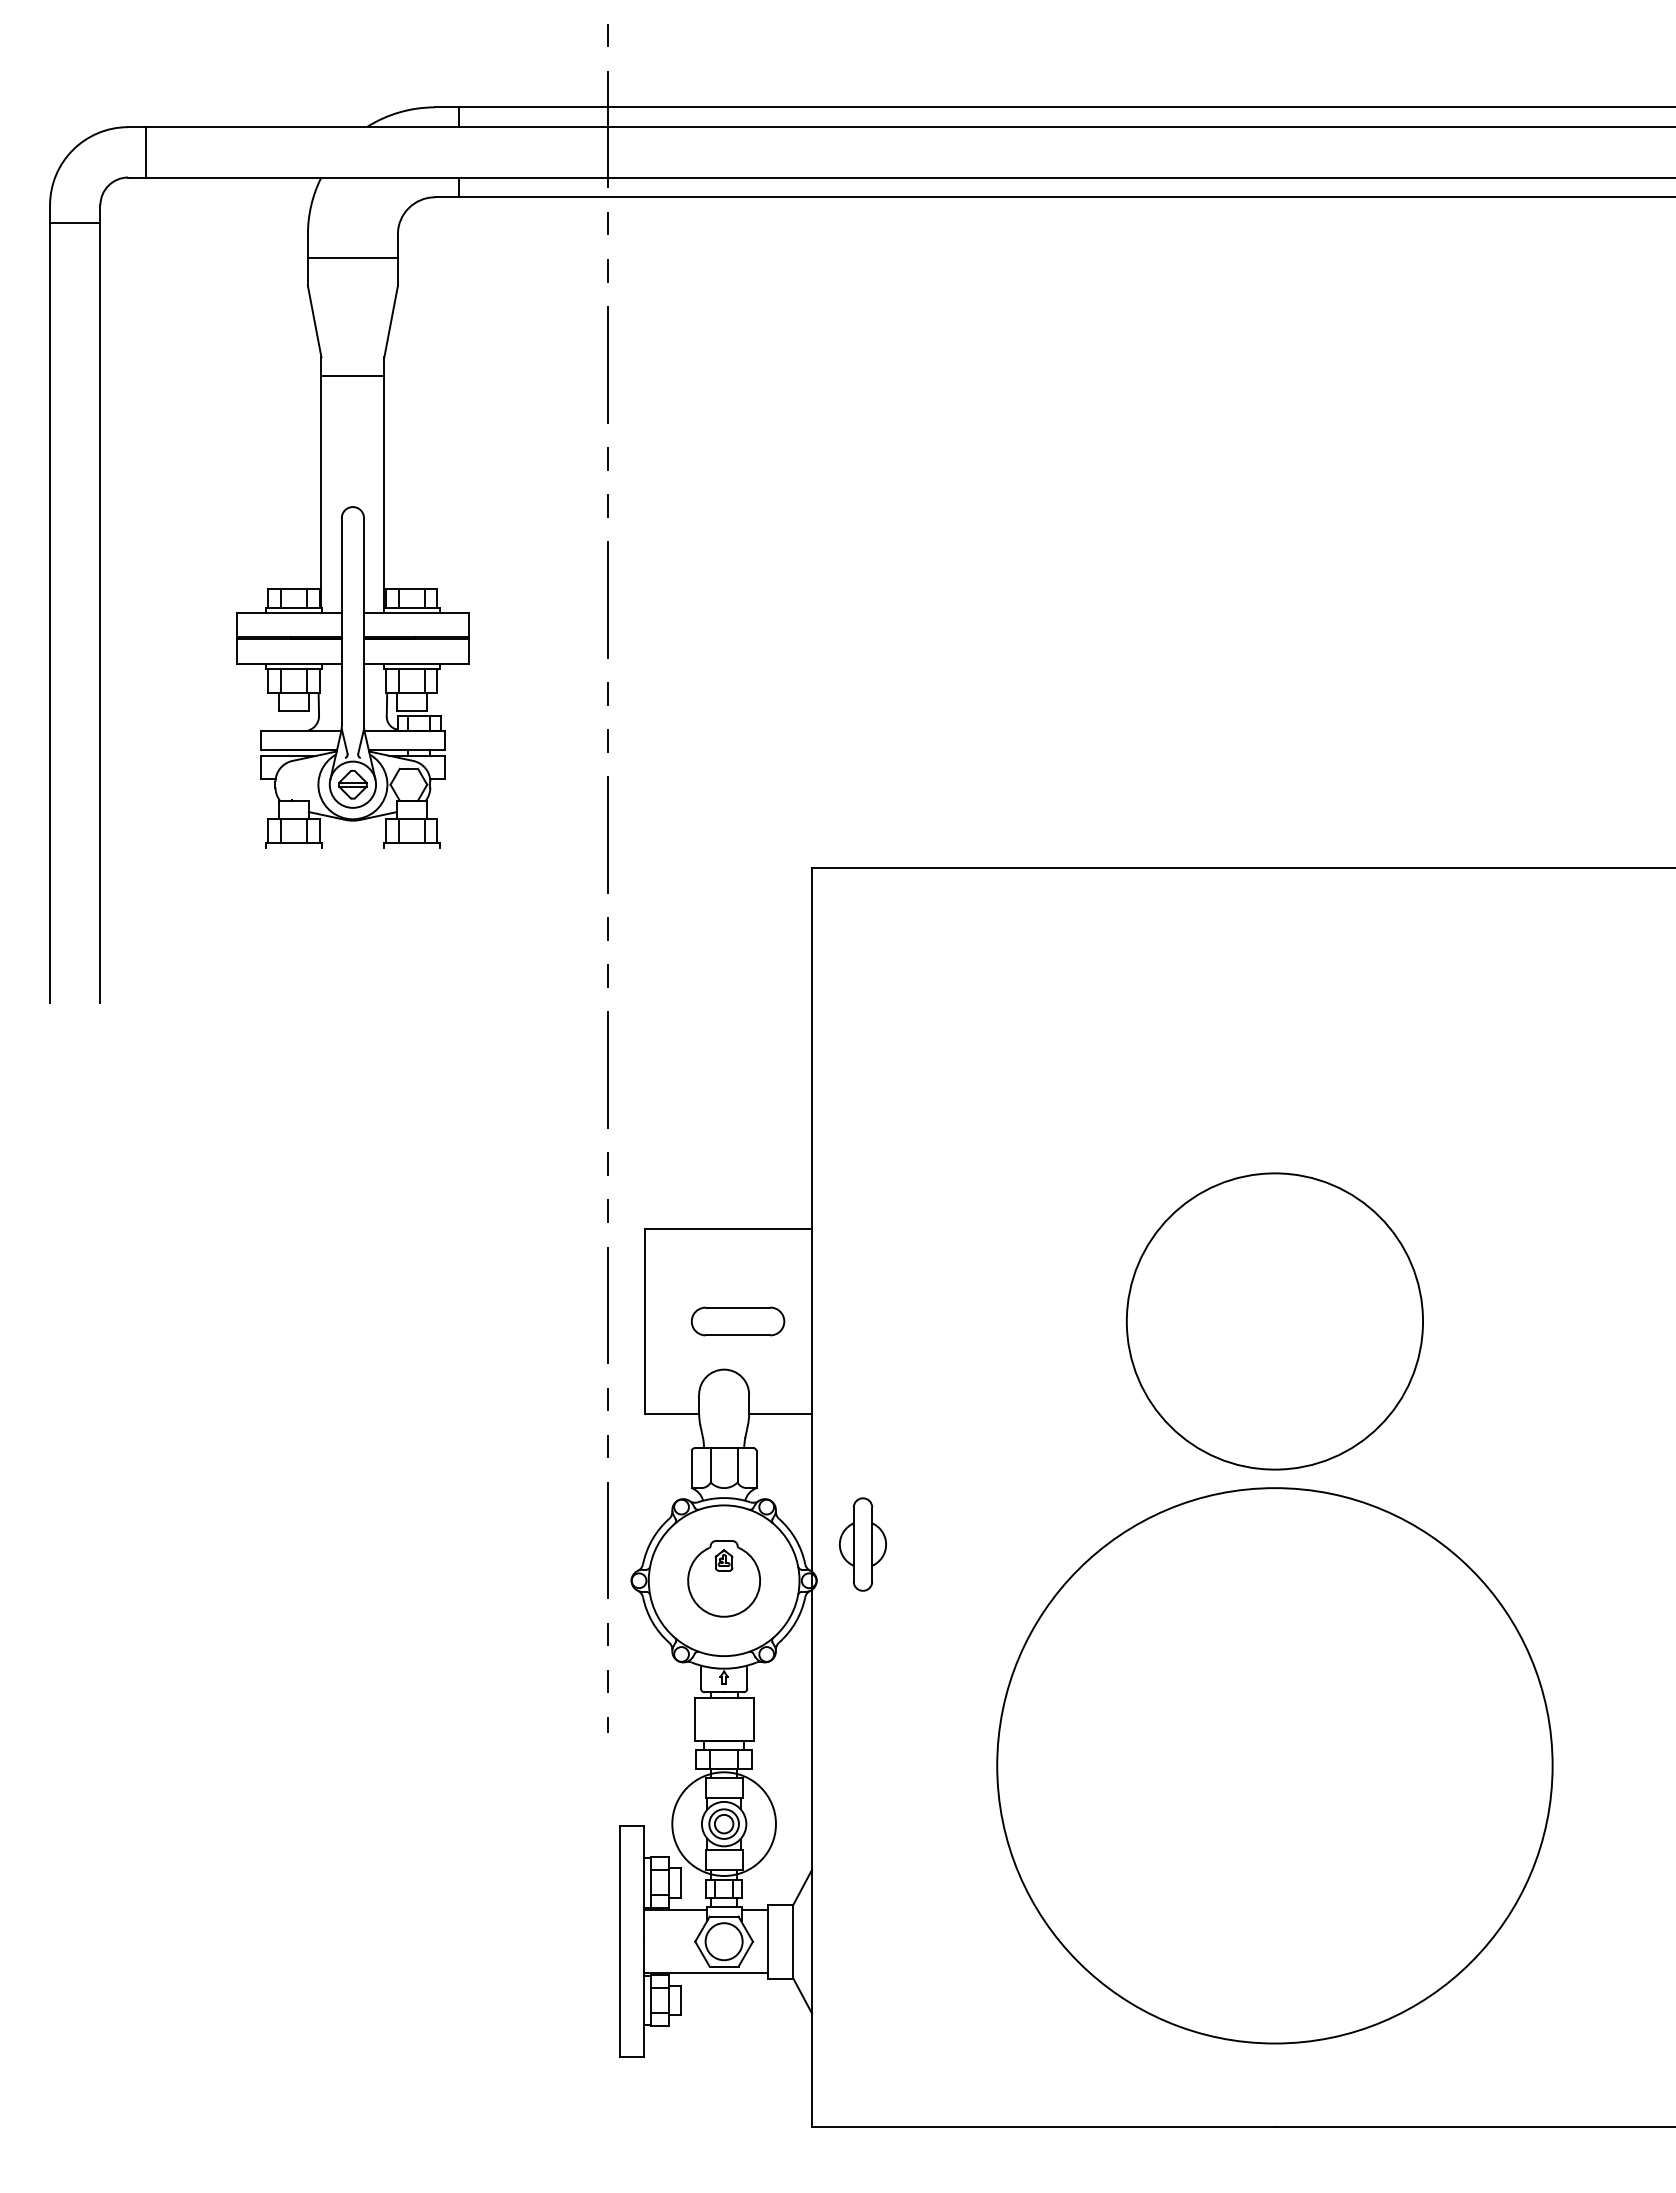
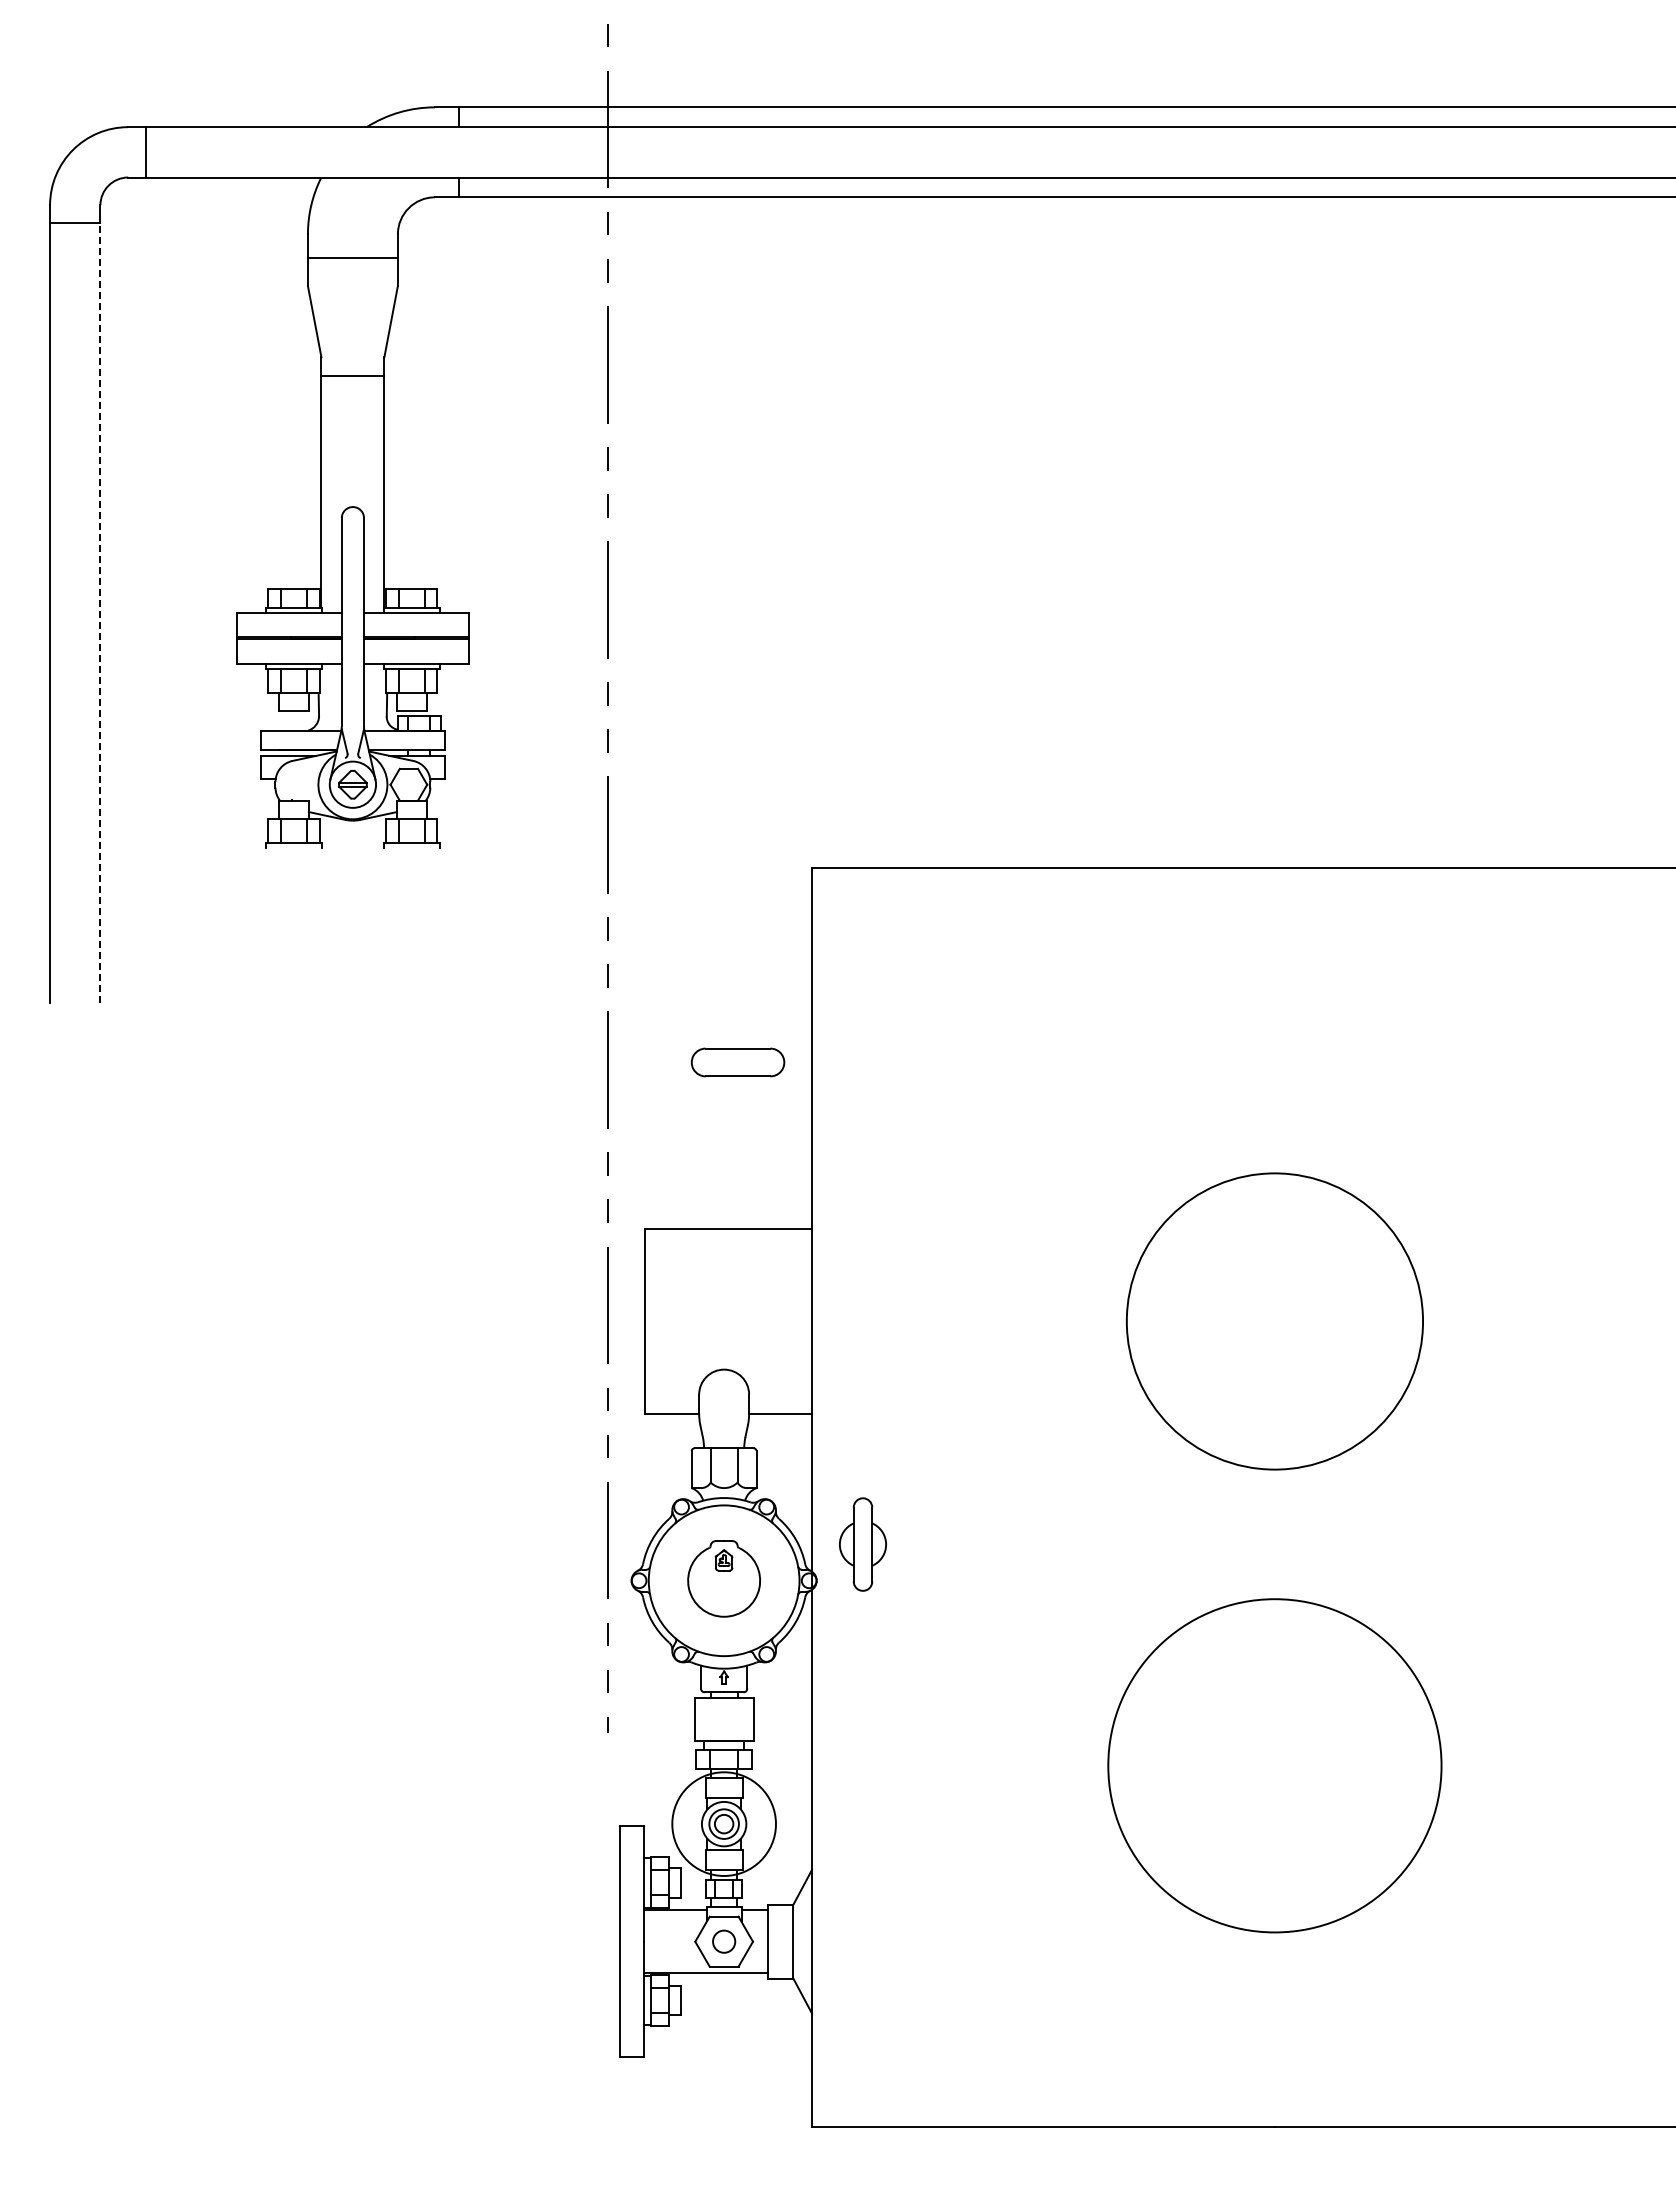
line at (100, 612): solid -> dashed
part at (737, 1321) position: (737, 1321) -> (737, 1062)
circle at (1274, 1765) diameter: 555 px -> 333 px
circle at (723, 1941) diameter: 37 px -> 22 px
